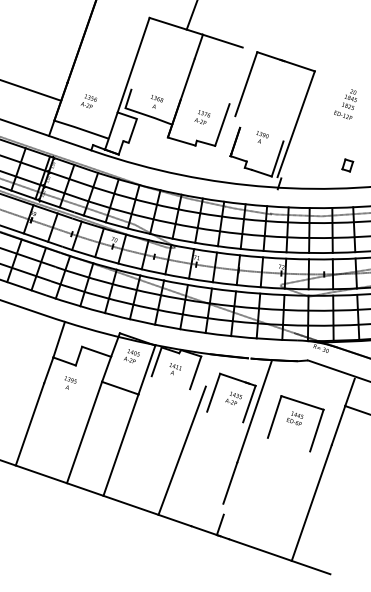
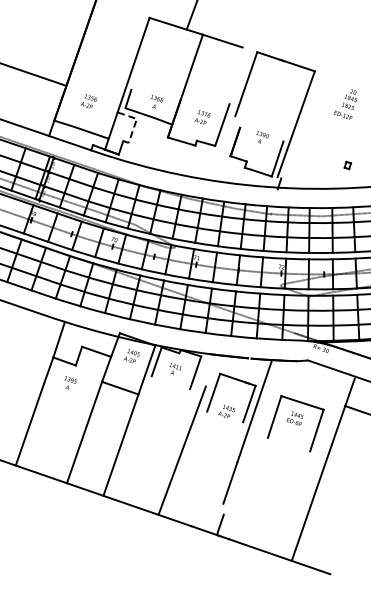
line at (31, 90) position: (31, 90) -> (34, 74)
line at (135, 123): solid -> dashed
part at (347, 165) size: 14x15 px -> 10x11 px
text at (233, 398) position: (233, 398) -> (226, 411)
